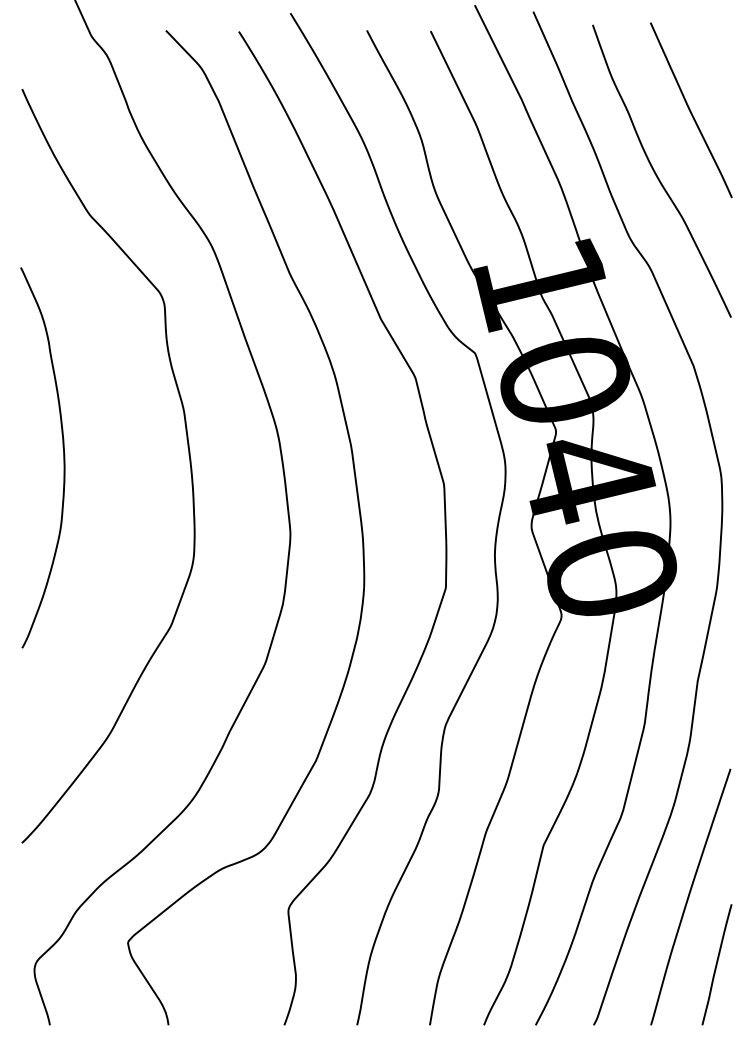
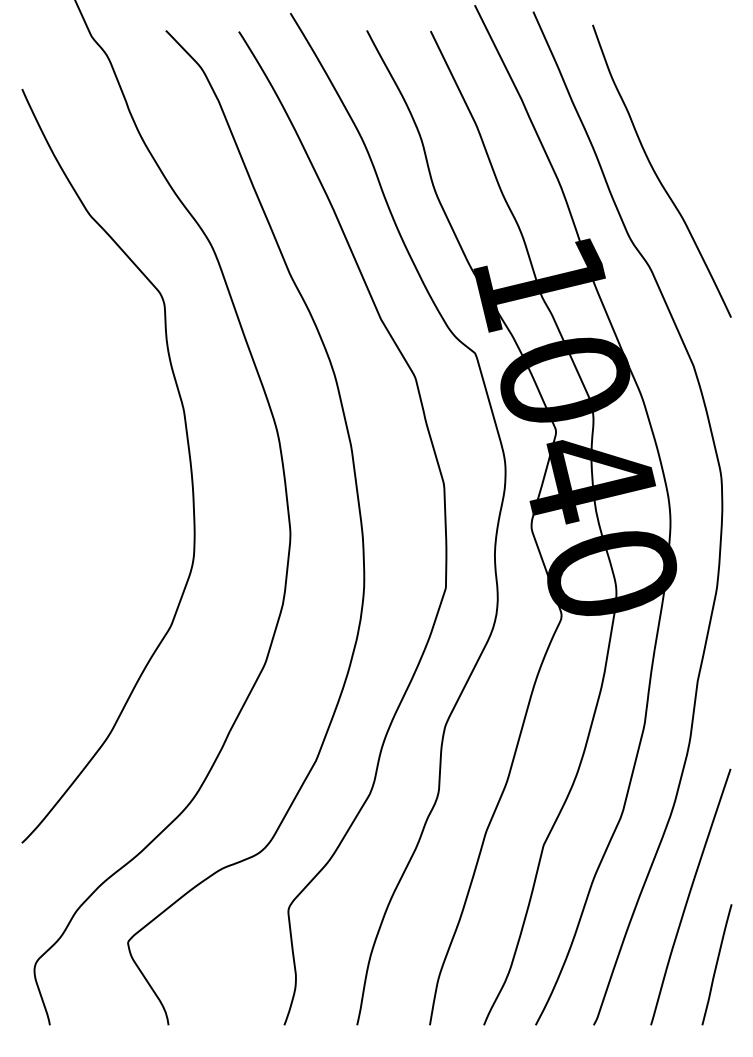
curve at (690, 109): present -> none
curve at (63, 457): present -> none
